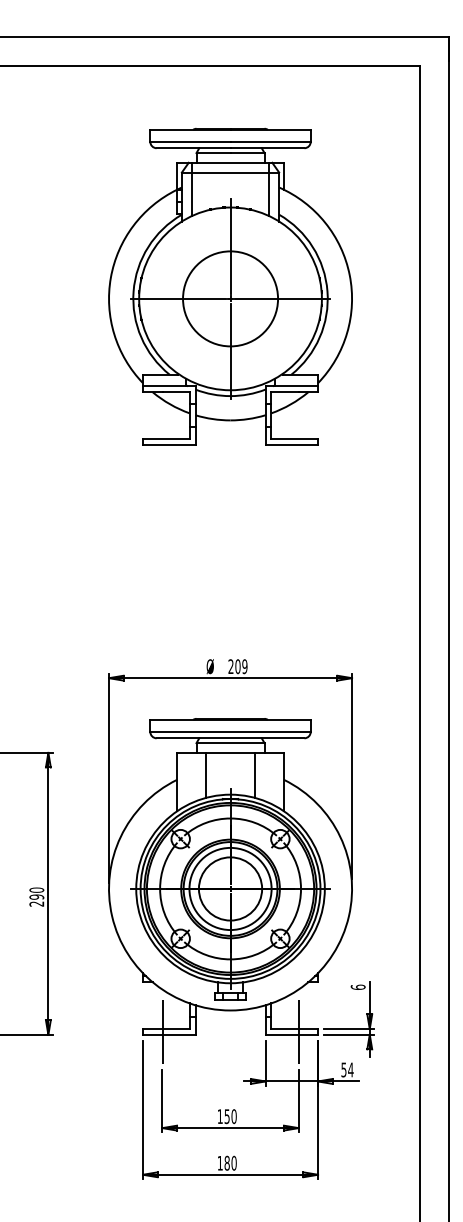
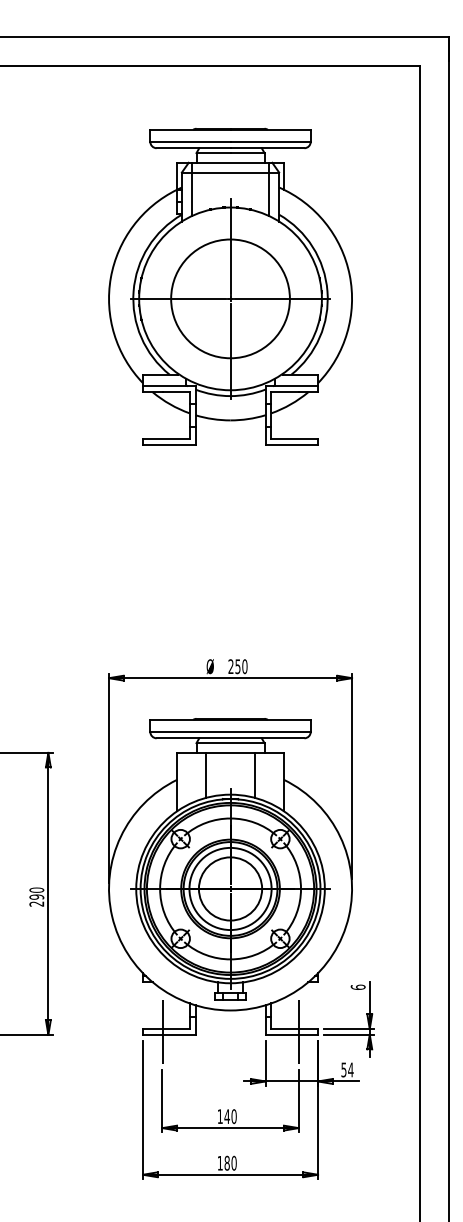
circle at (230, 298) diameter: 95 px -> 119 px
text at (241, 666): 209 -> 250
text at (226, 1116): 150 -> 140
